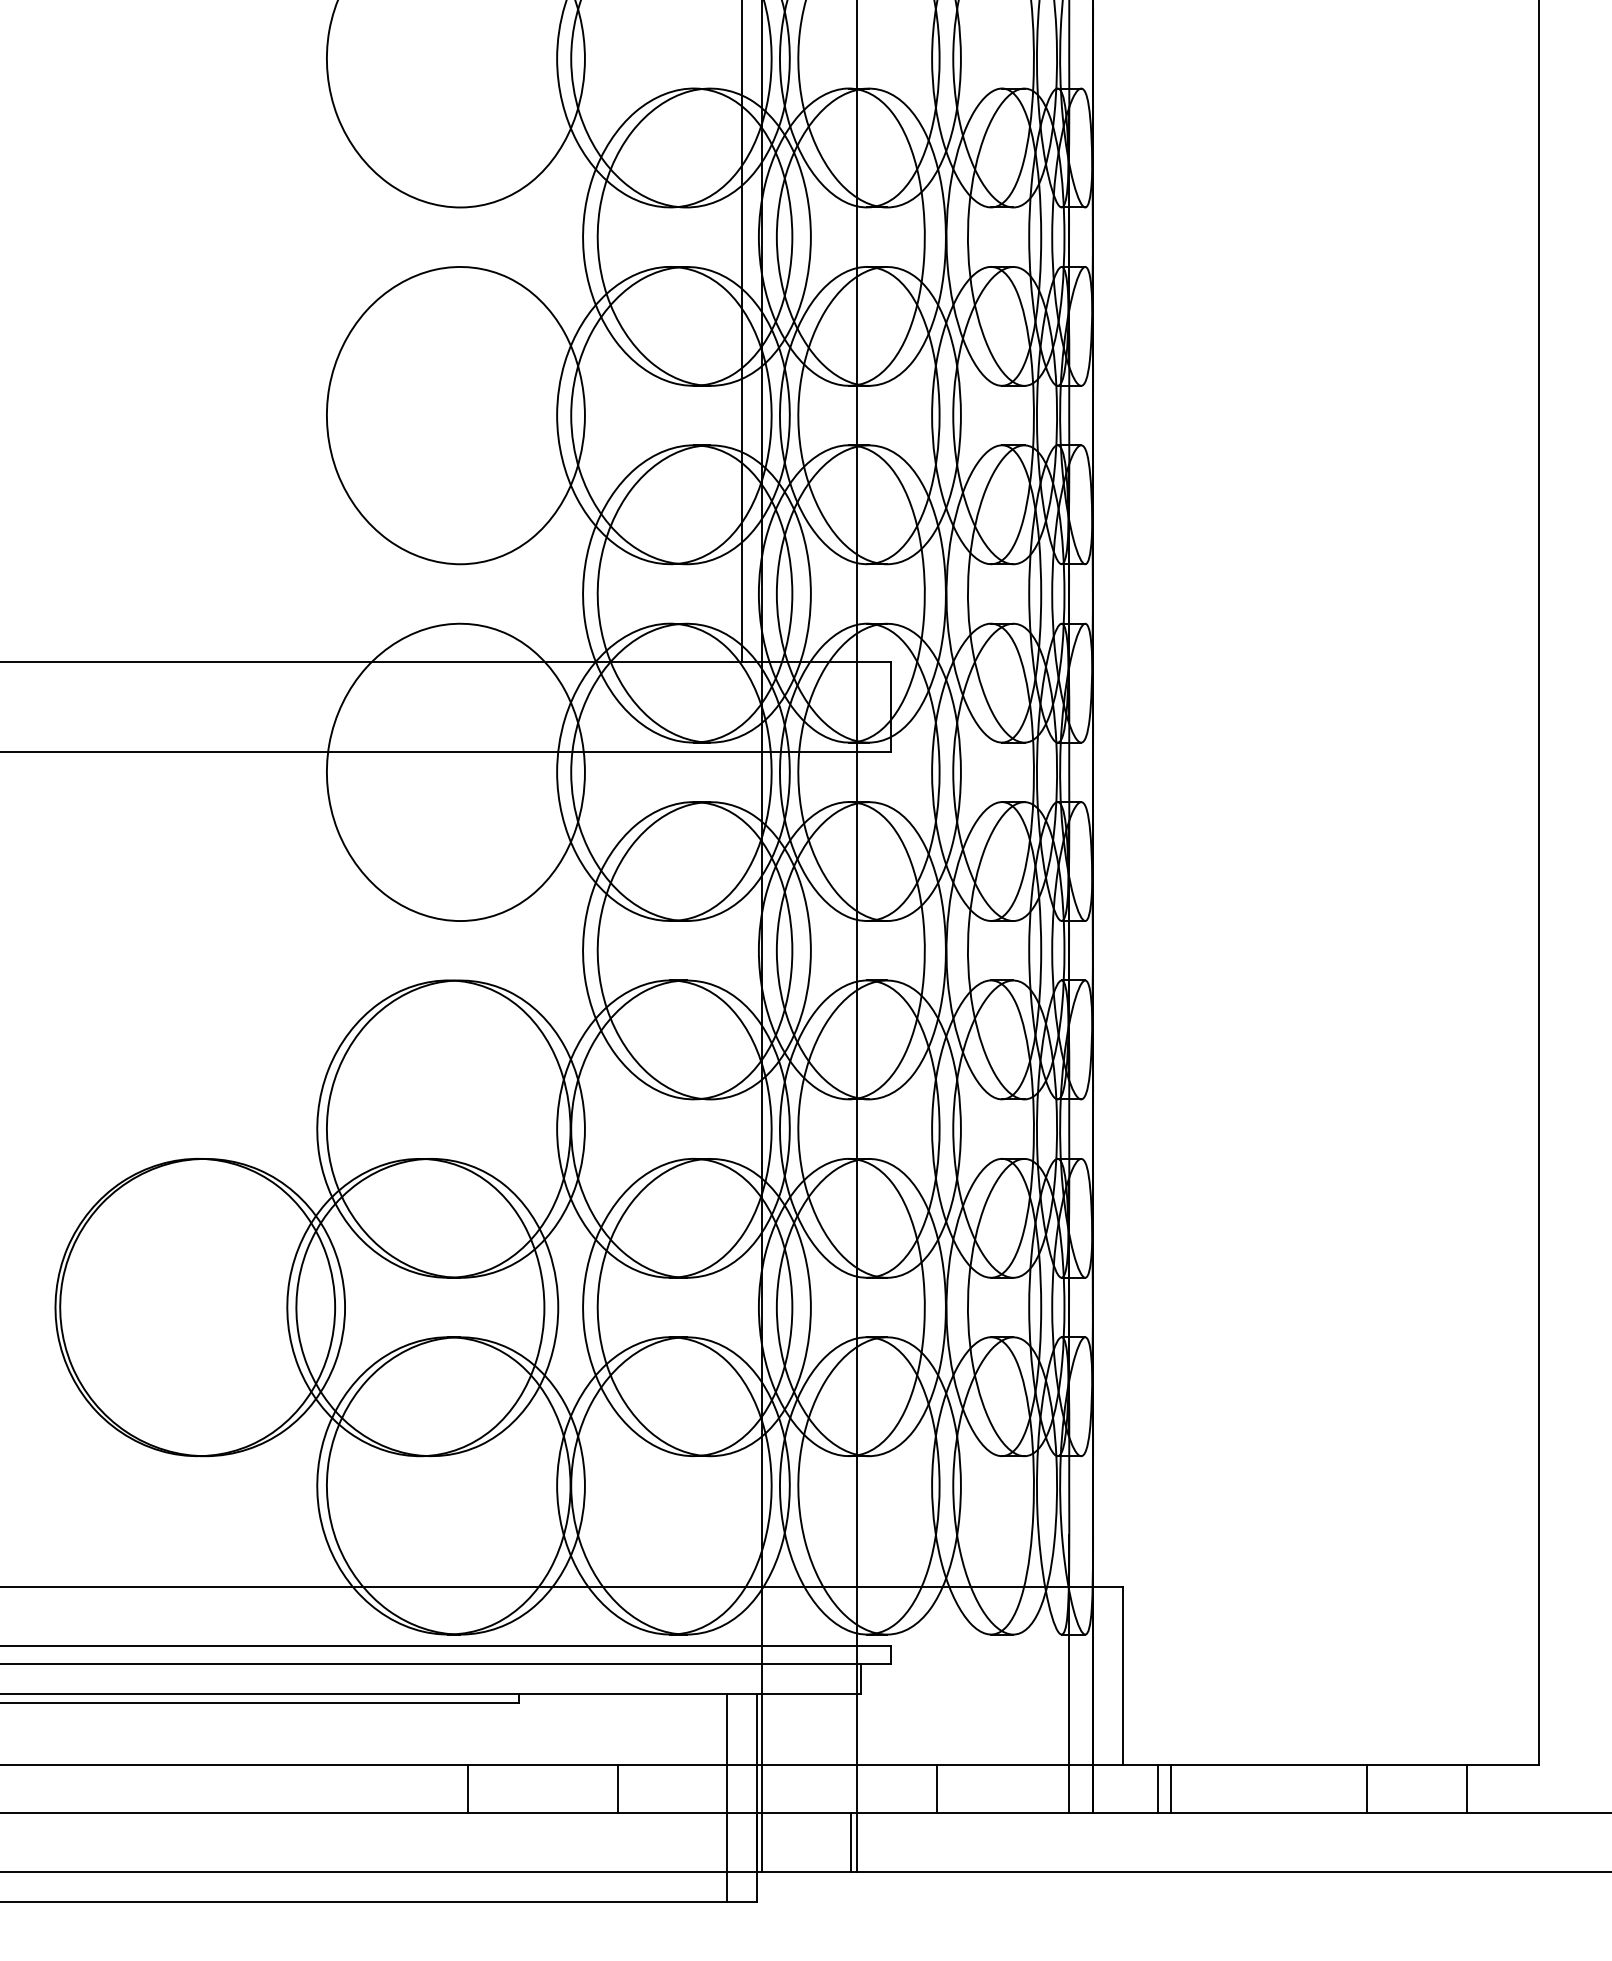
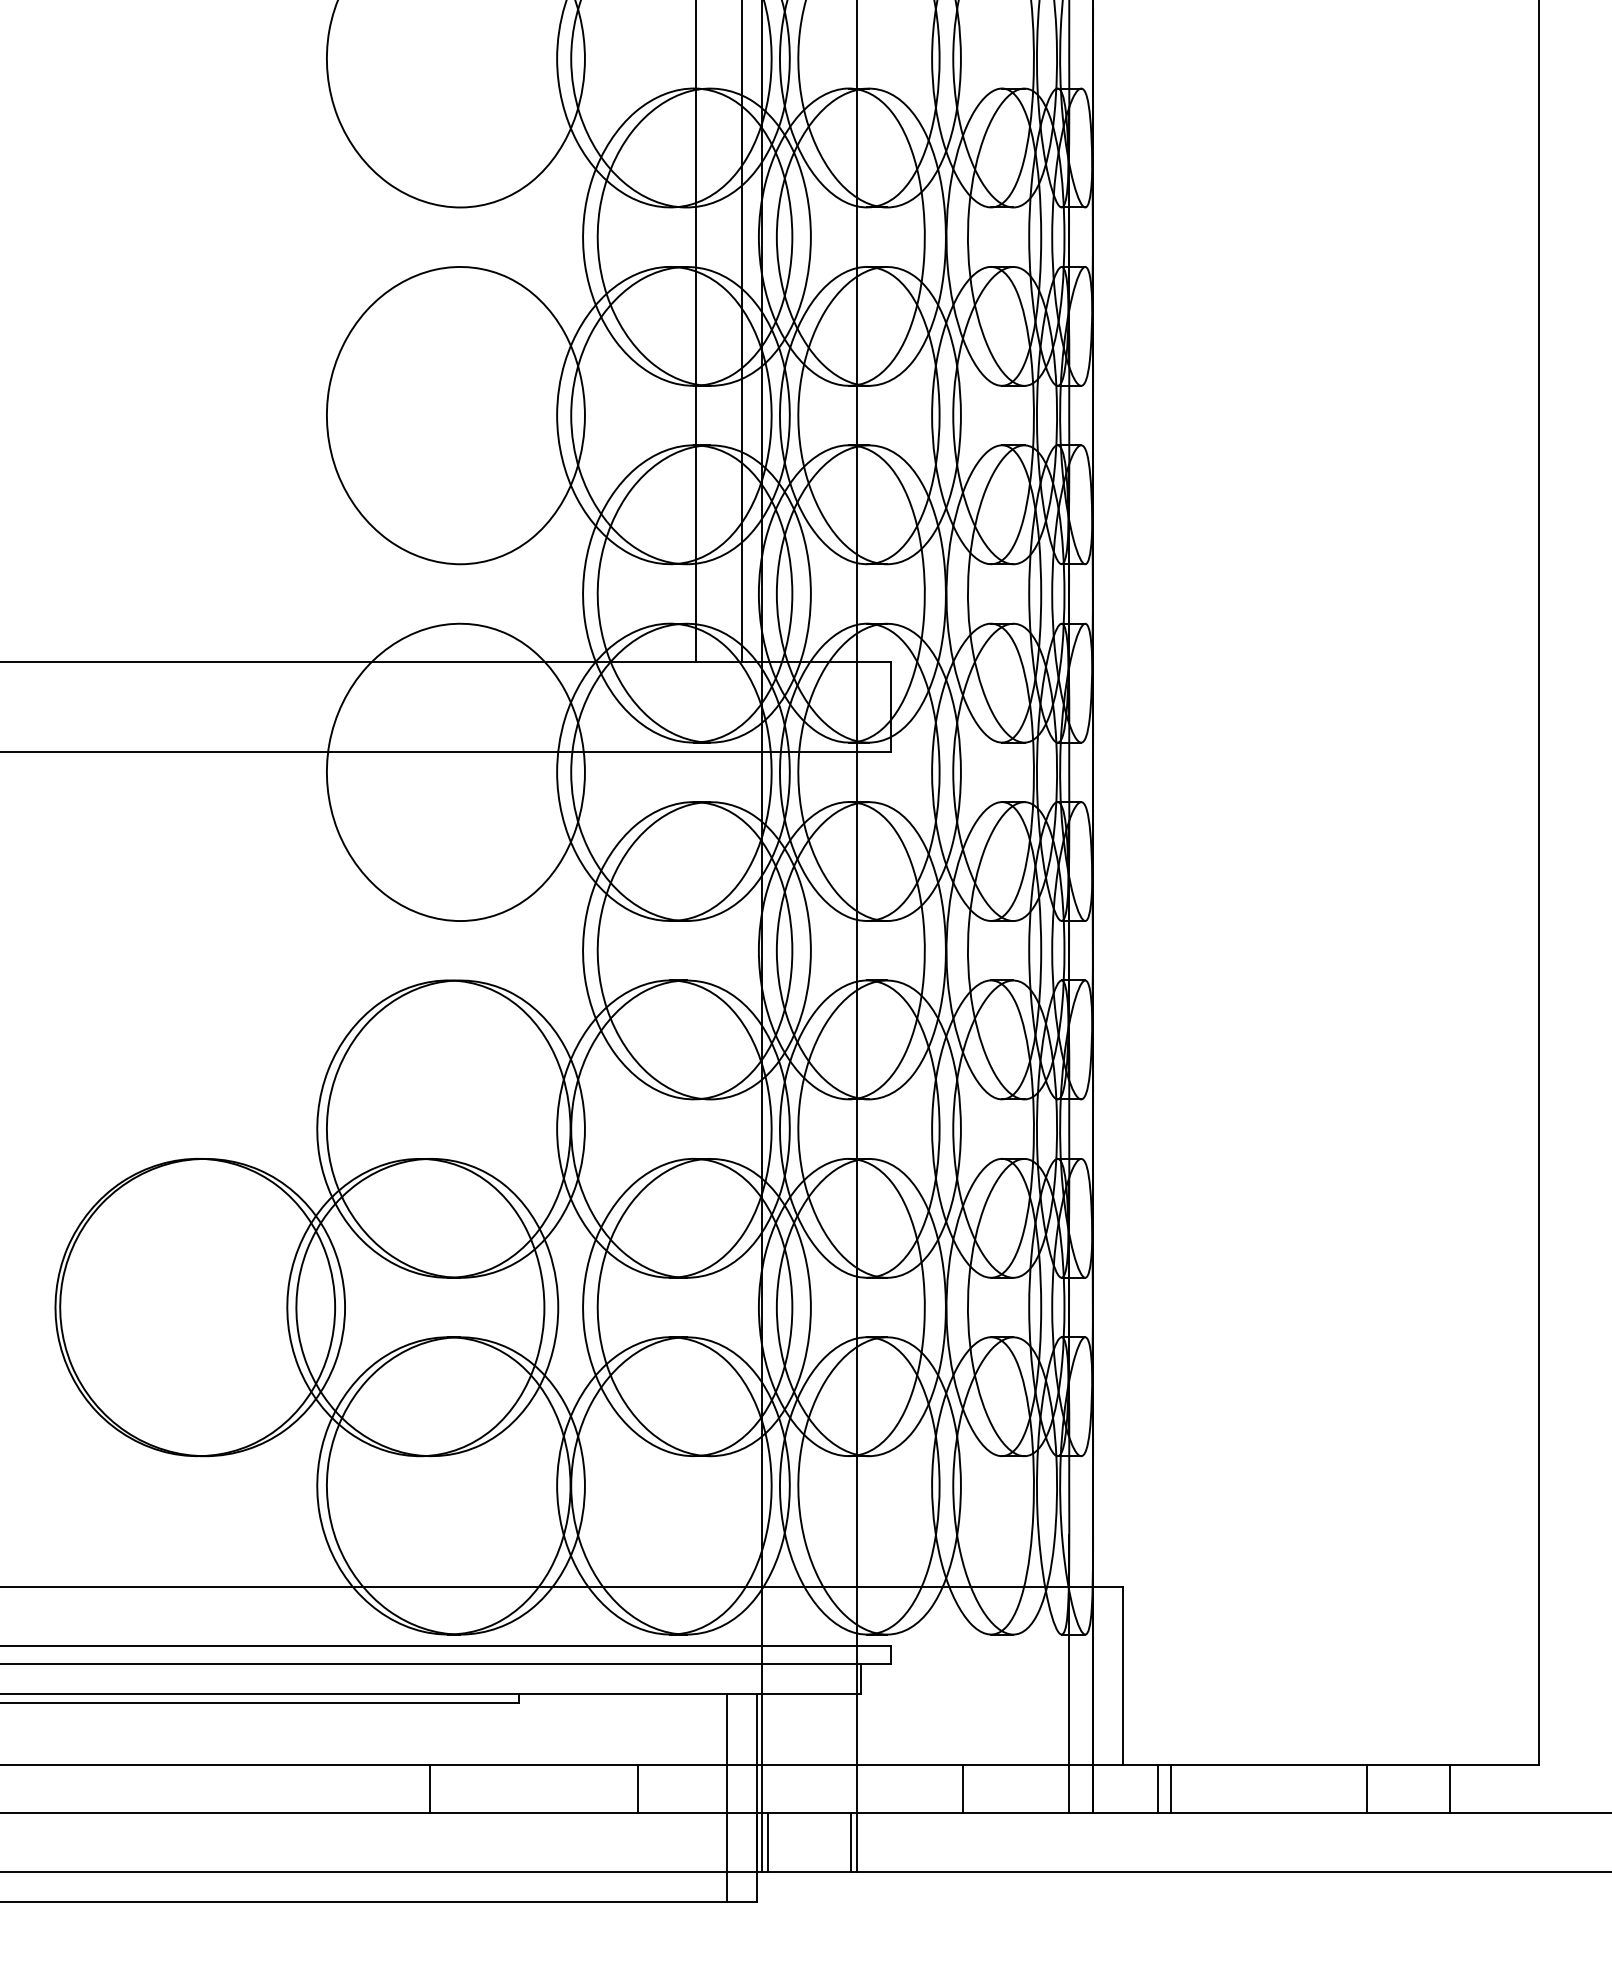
line at (696, 332): none -> present
line at (468, 1788) position: (468, 1788) -> (430, 1788)
line at (618, 1788) position: (618, 1788) -> (638, 1788)
line at (937, 1788) position: (937, 1788) -> (963, 1788)
line at (1466, 1788) position: (1466, 1788) -> (1449, 1788)
line at (768, 1842): none -> present
